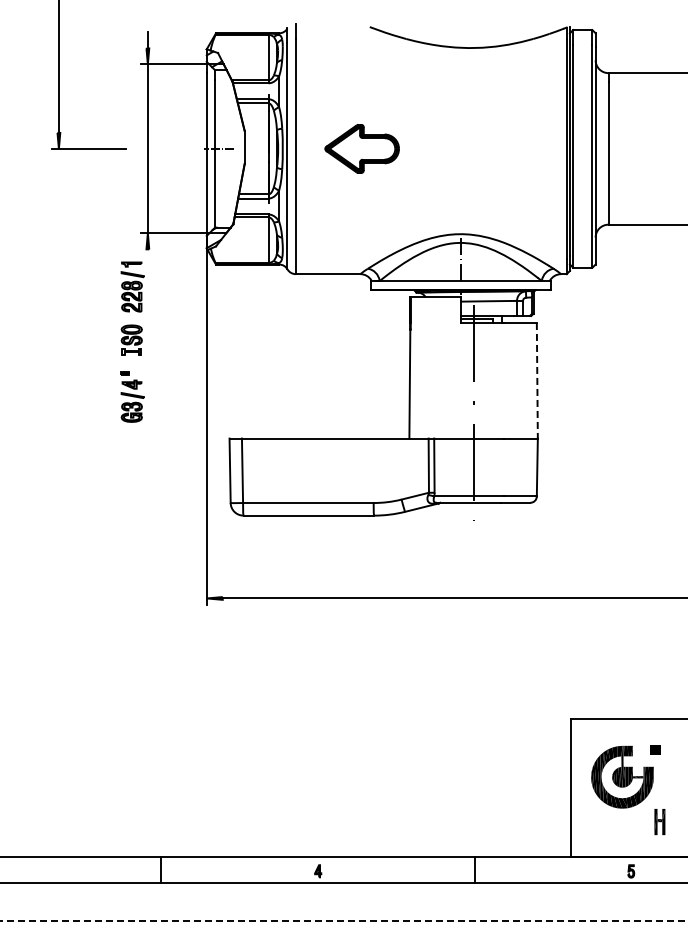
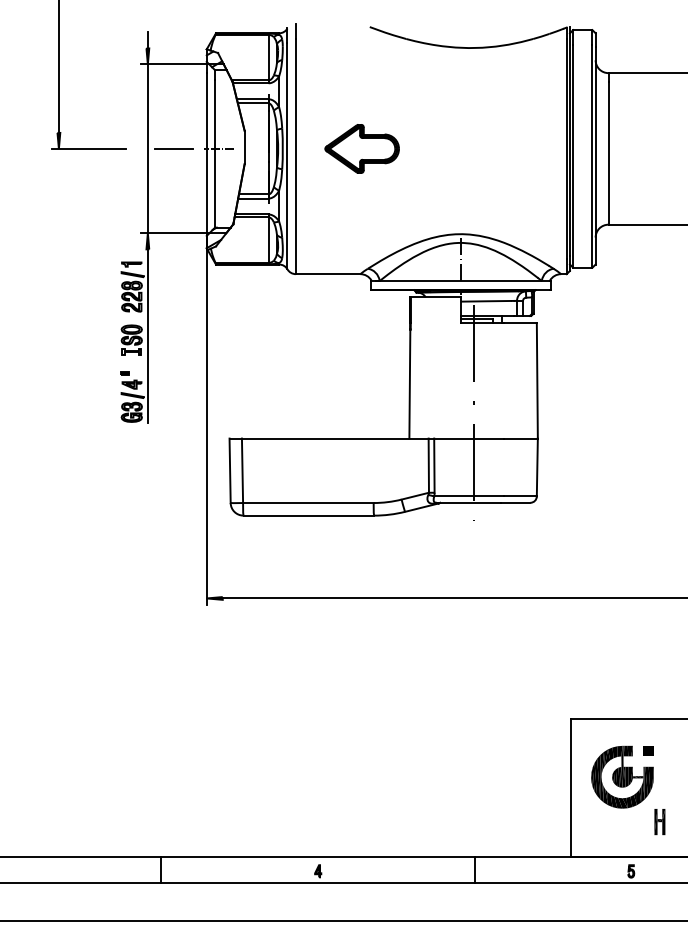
line at (173, 148): none -> present
line at (147, 335): none -> present
line at (537, 380): dashed -> solid
part at (655, 749) position: (655, 749) -> (648, 750)
line at (344, 921): dashed -> solid
